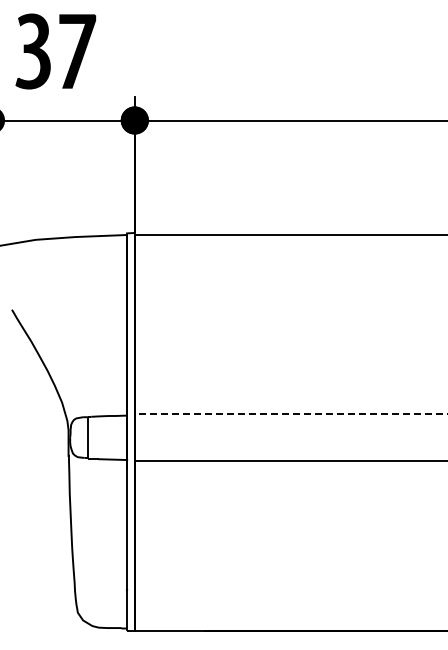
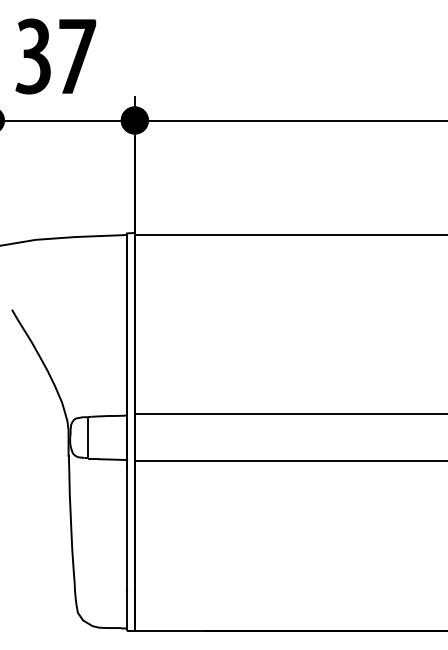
part at (47, 54) position: (47, 54) -> (47, 59)
line at (290, 413): dashed -> solid
